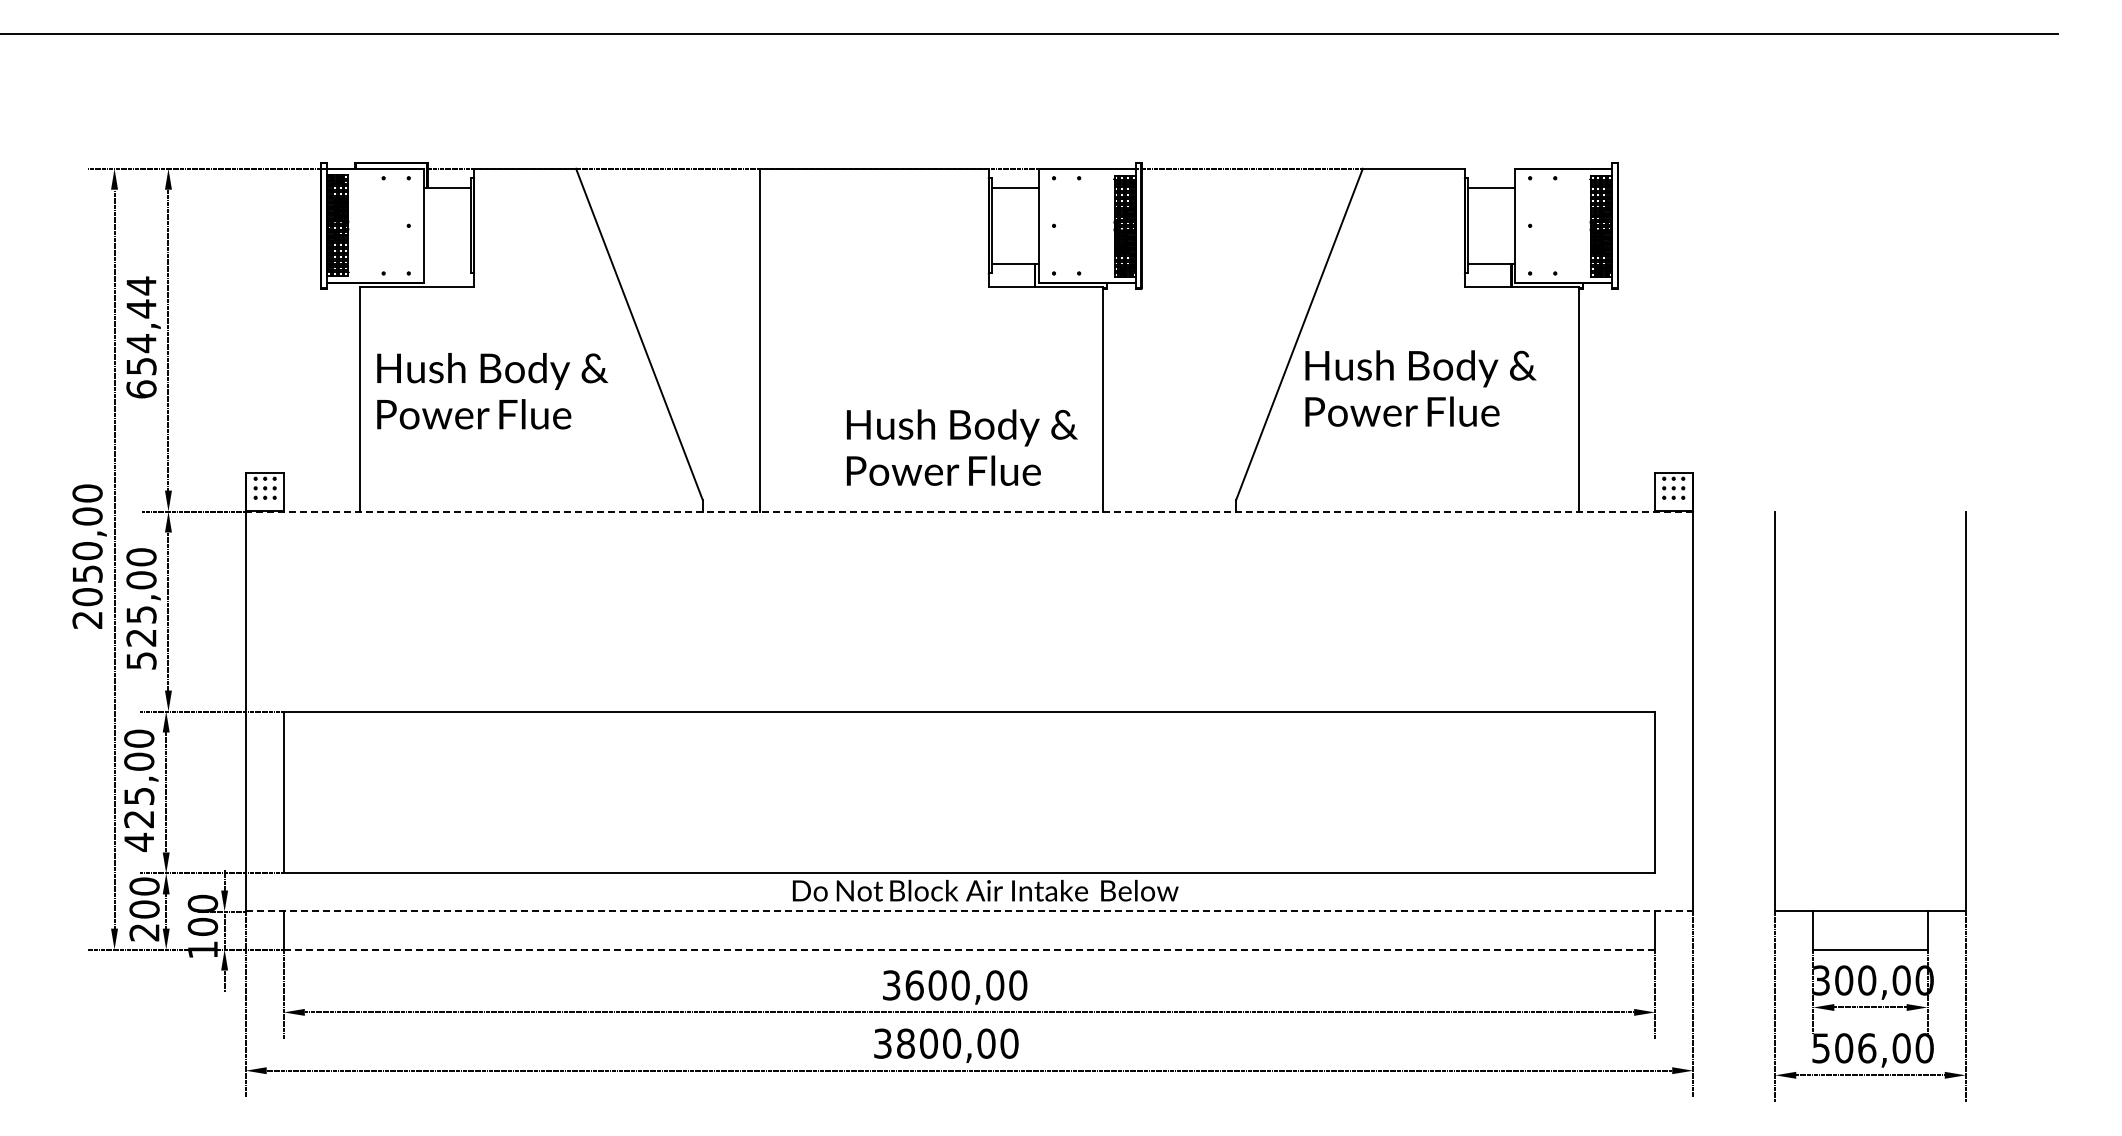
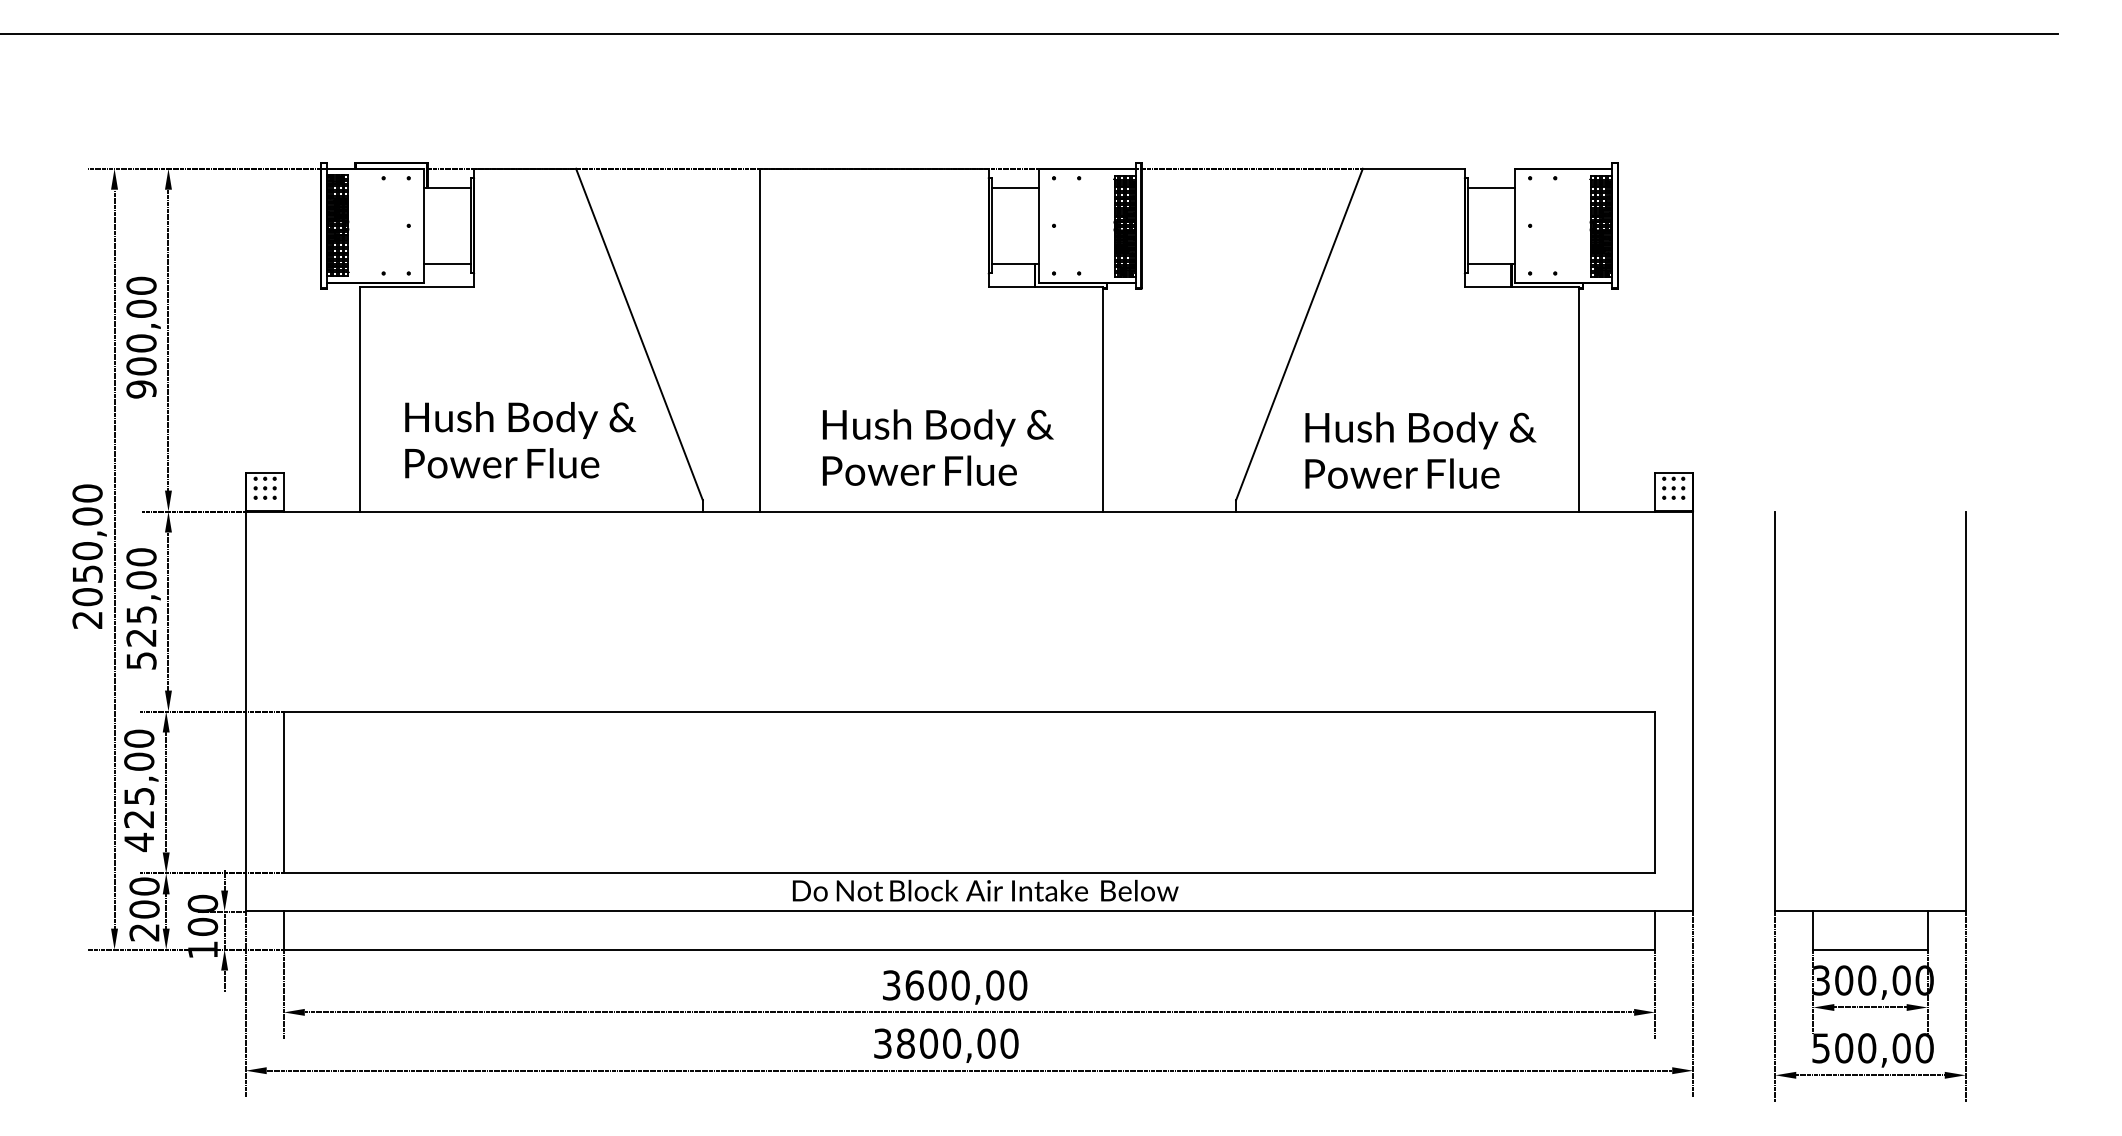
line at (447, 263): none -> present
text at (141, 337): 654,44 -> 900,00
text at (1420, 388) position: (1420, 388) -> (1420, 450)
text at (492, 391) position: (492, 391) -> (520, 440)
text at (962, 447) position: (962, 447) -> (938, 447)
line at (969, 511): dashed -> solid
line at (969, 911): dashed -> solid
line at (969, 949): dashed -> solid
text at (1867, 1048): 506,00 -> 500,00
